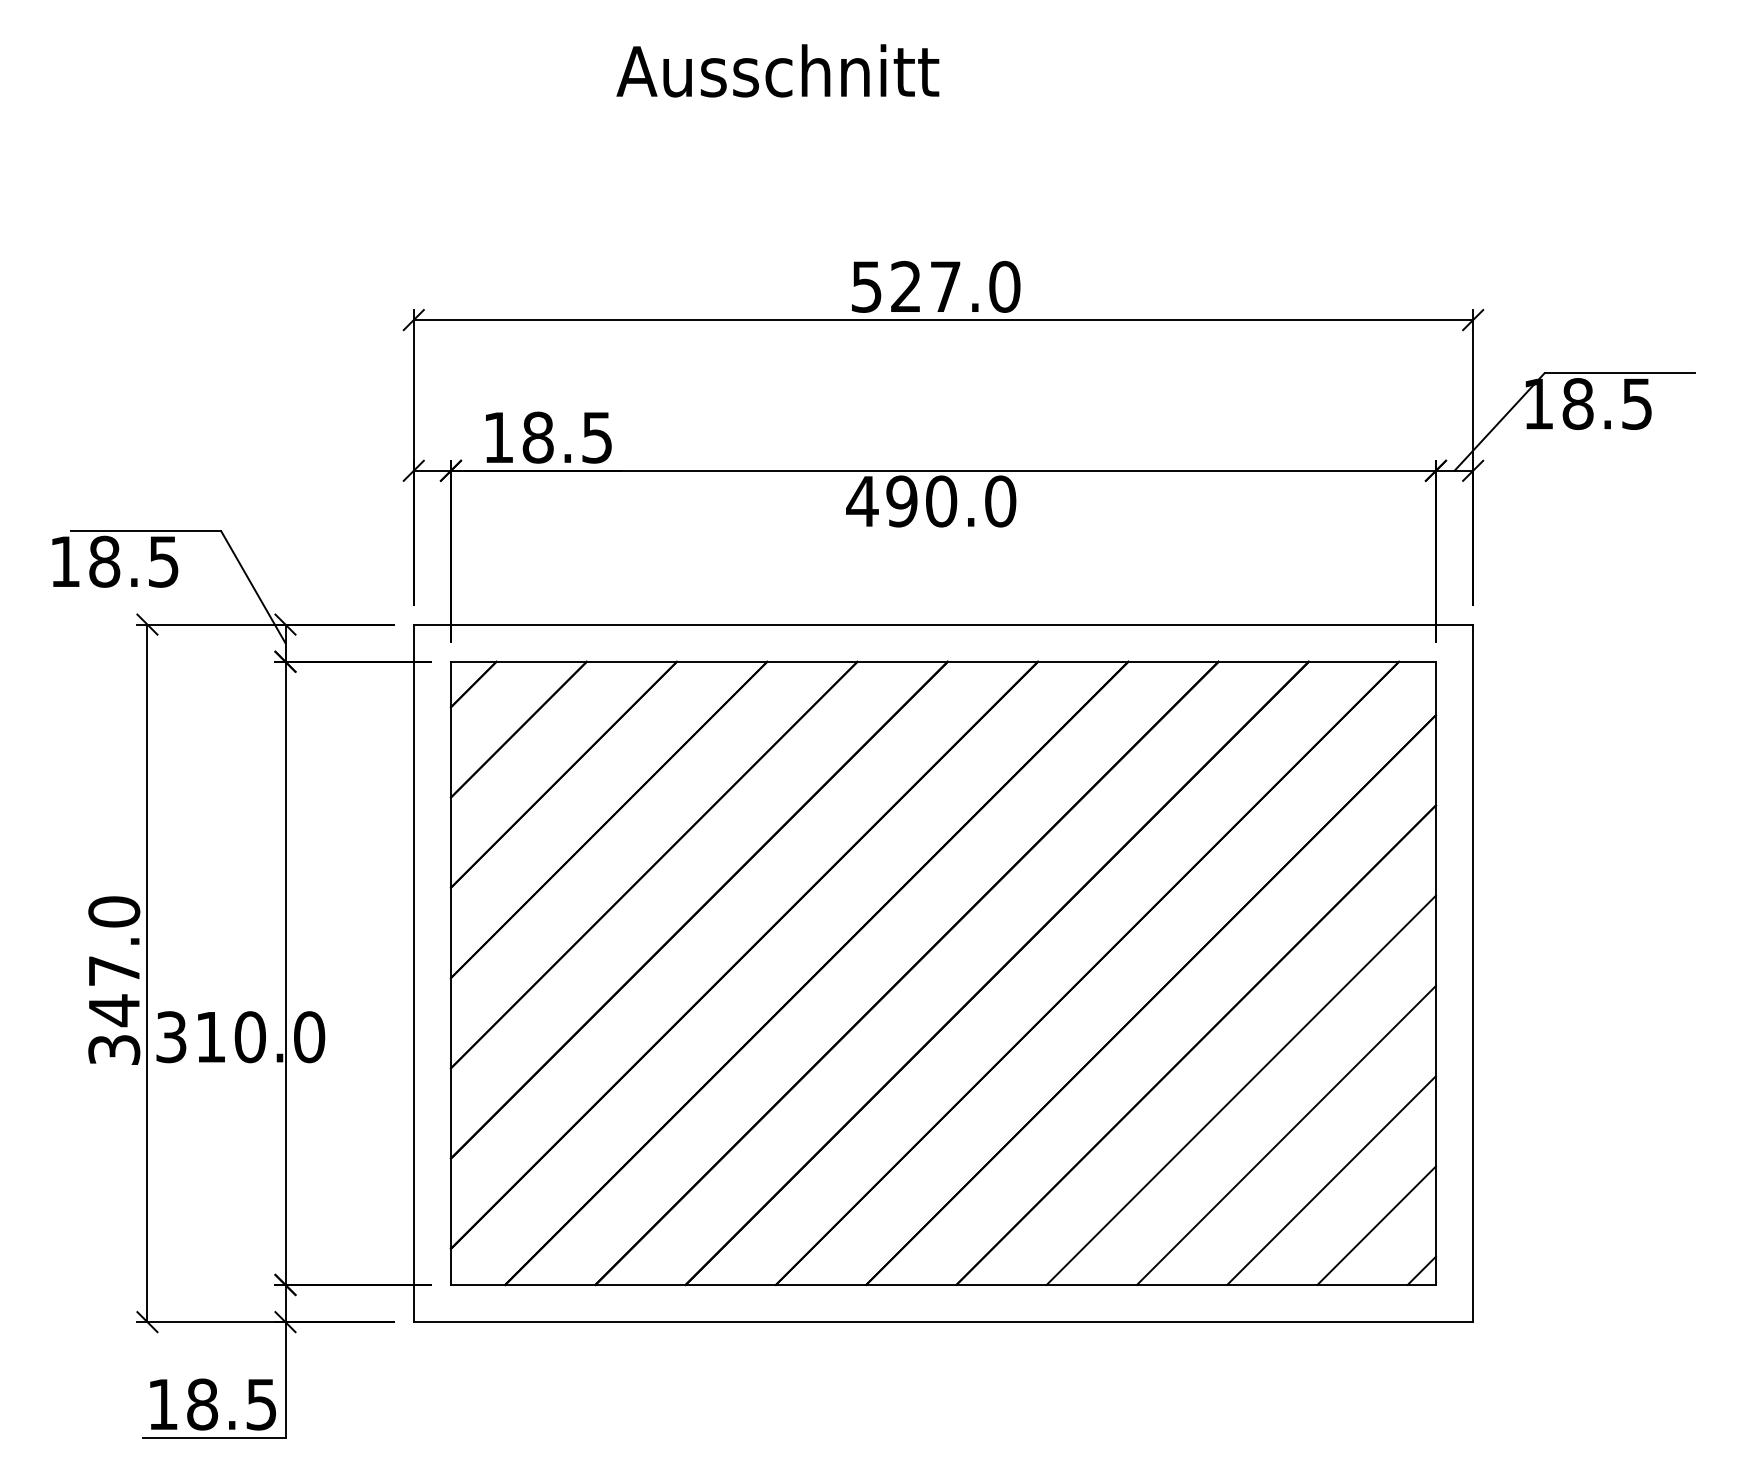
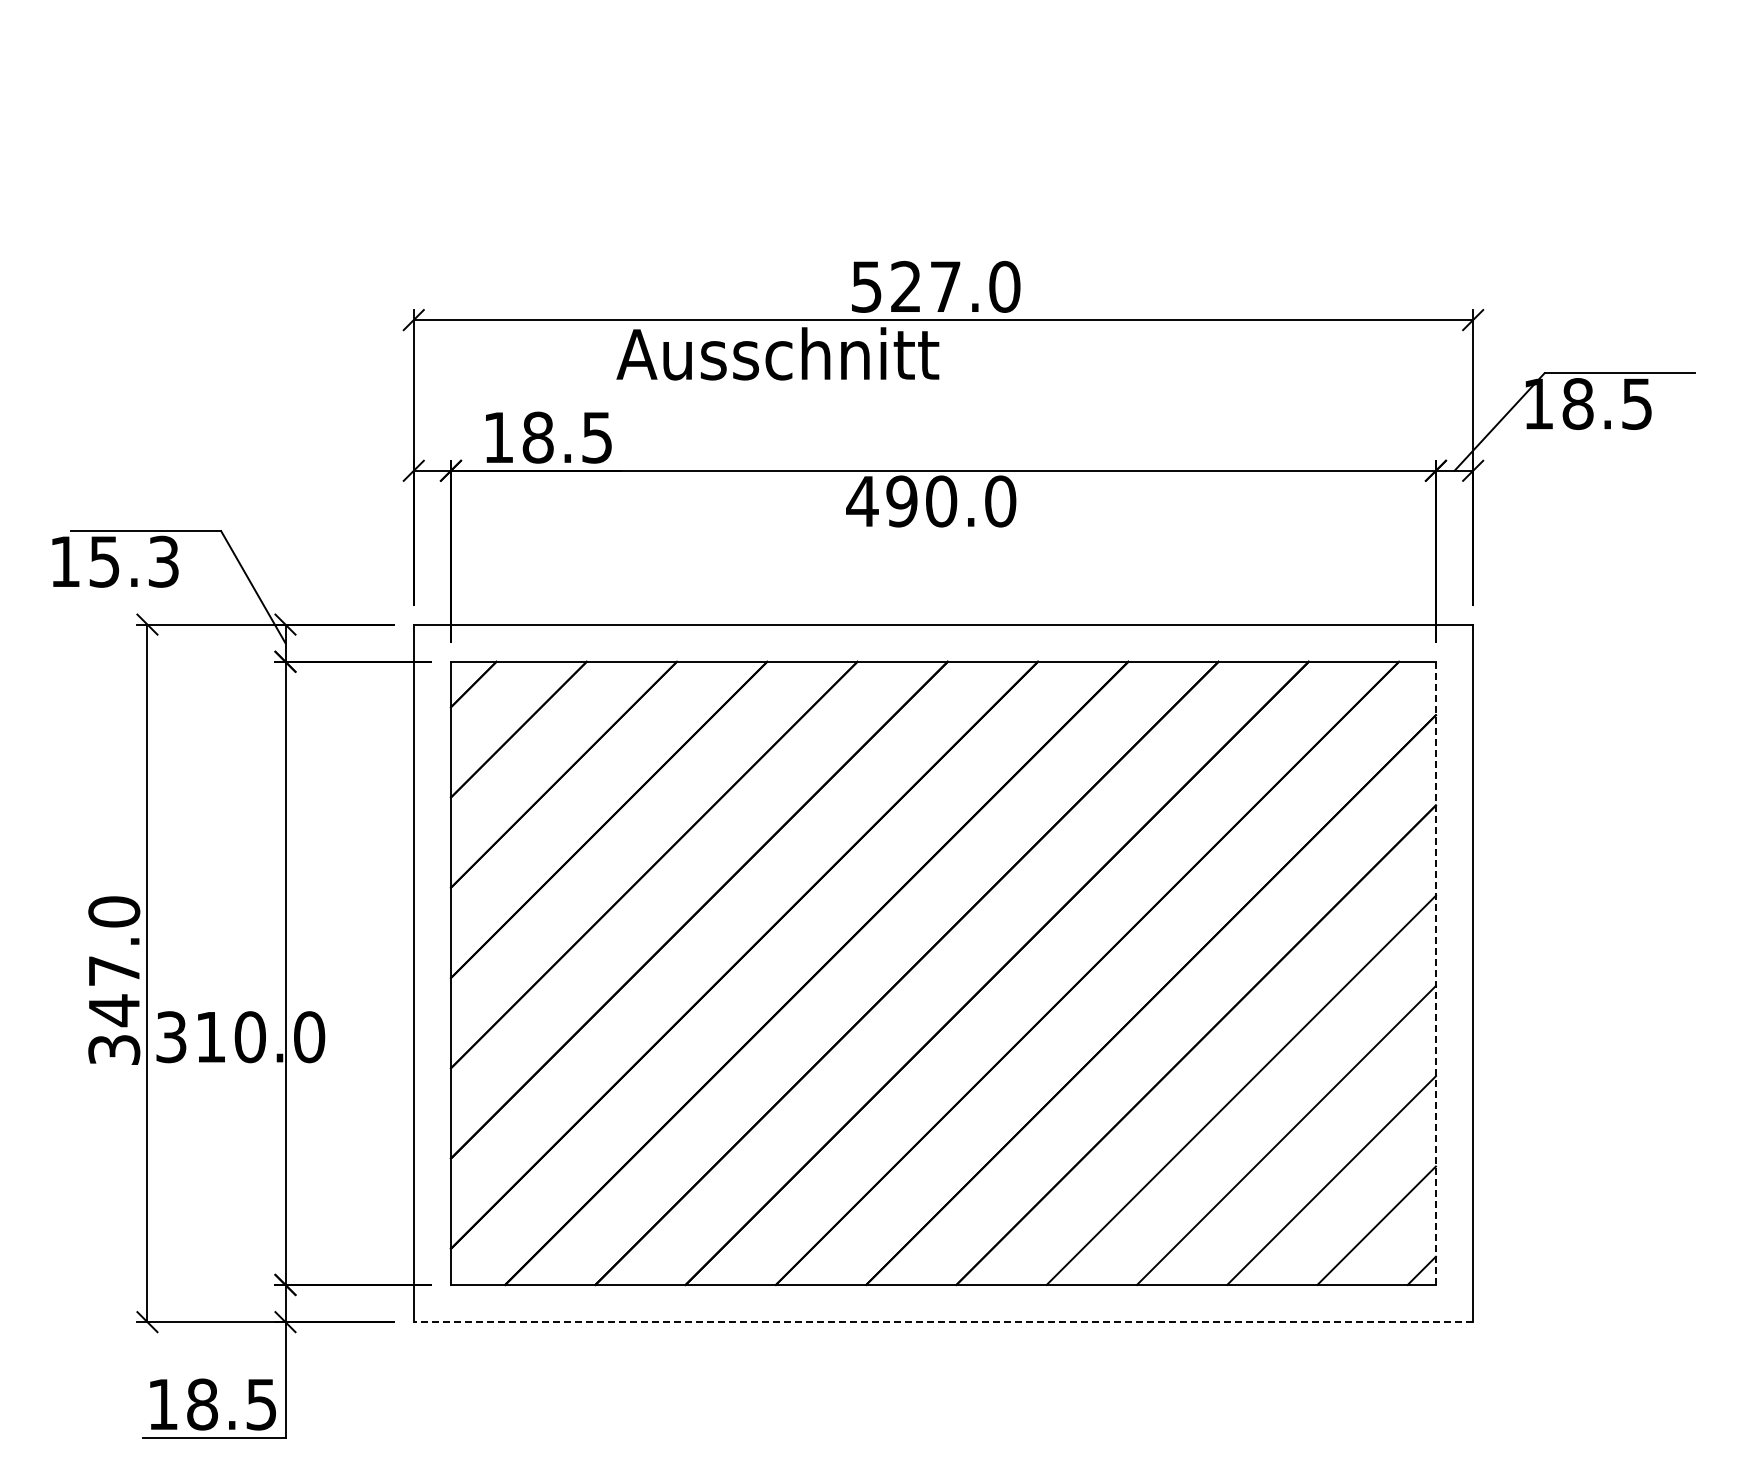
text at (777, 70) position: (777, 70) -> (777, 353)
text at (133, 561): 18.5 -> 15.3
line at (1435, 973): solid -> dashed
line at (943, 1322): solid -> dashed
